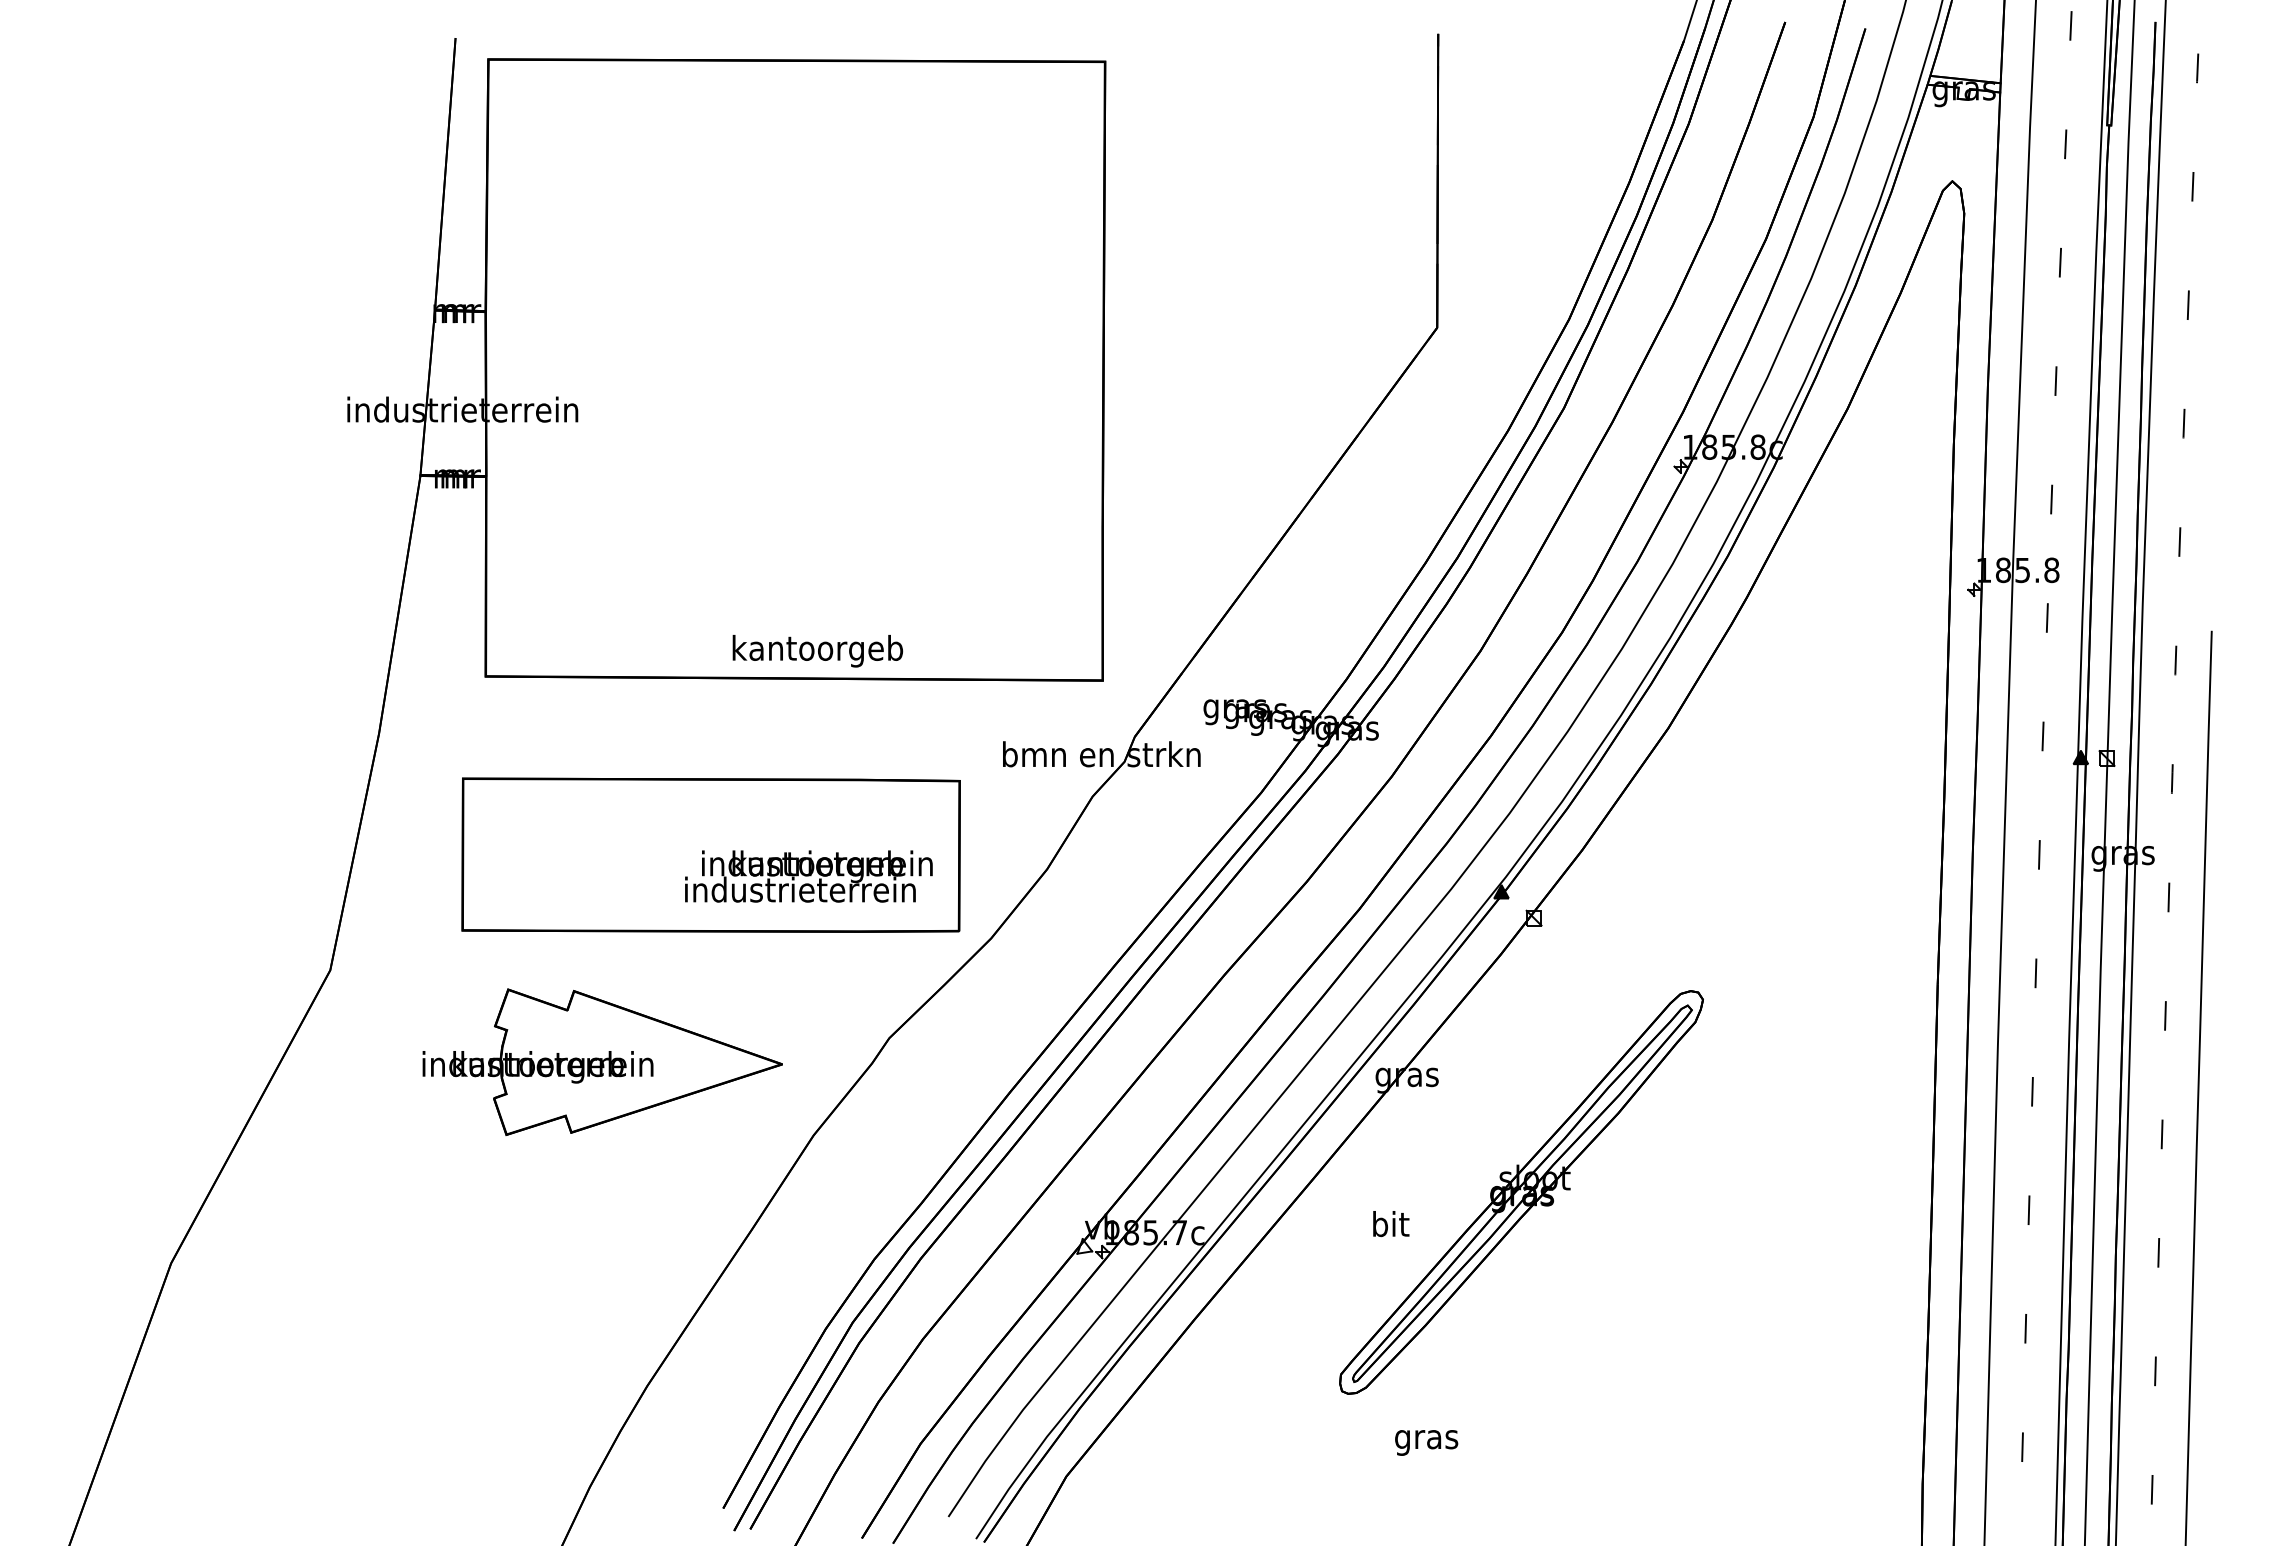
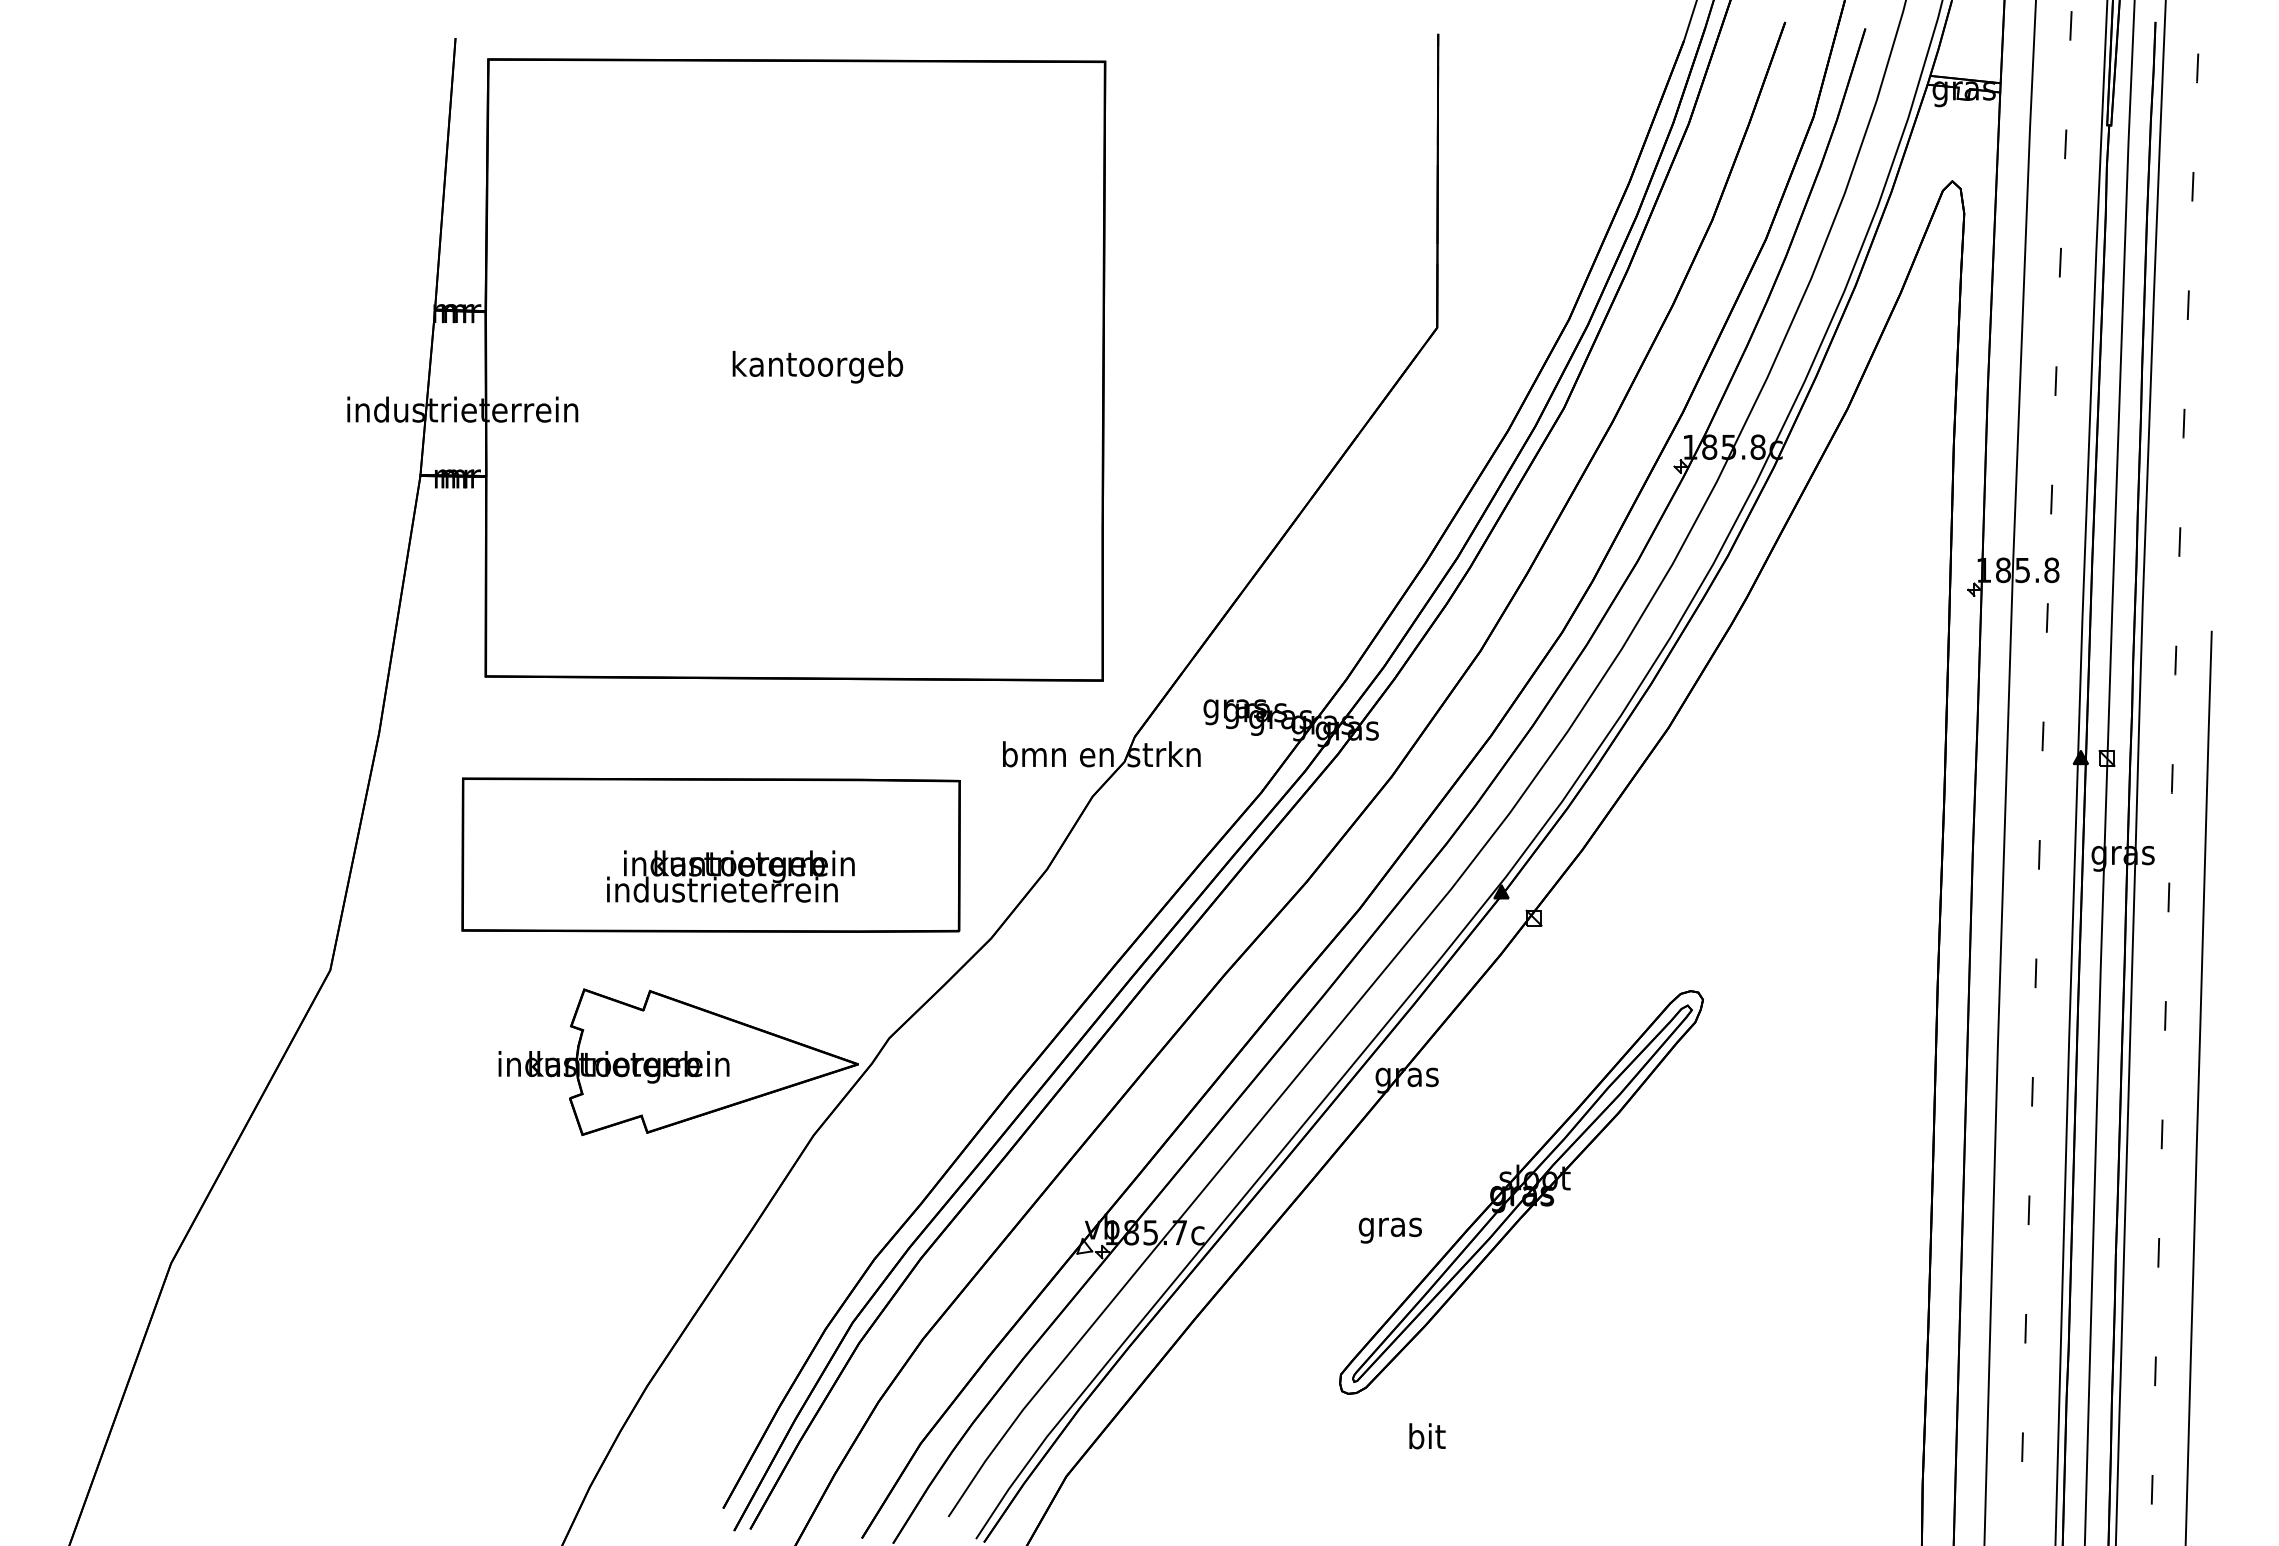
text at (817, 651) position: (817, 651) -> (817, 367)
text at (808, 876) position: (808, 876) -> (730, 876)
part at (602, 1061) position: (602, 1061) -> (678, 1061)
text at (1389, 1227): bit -> gras
text at (1426, 1439): gras -> bit
